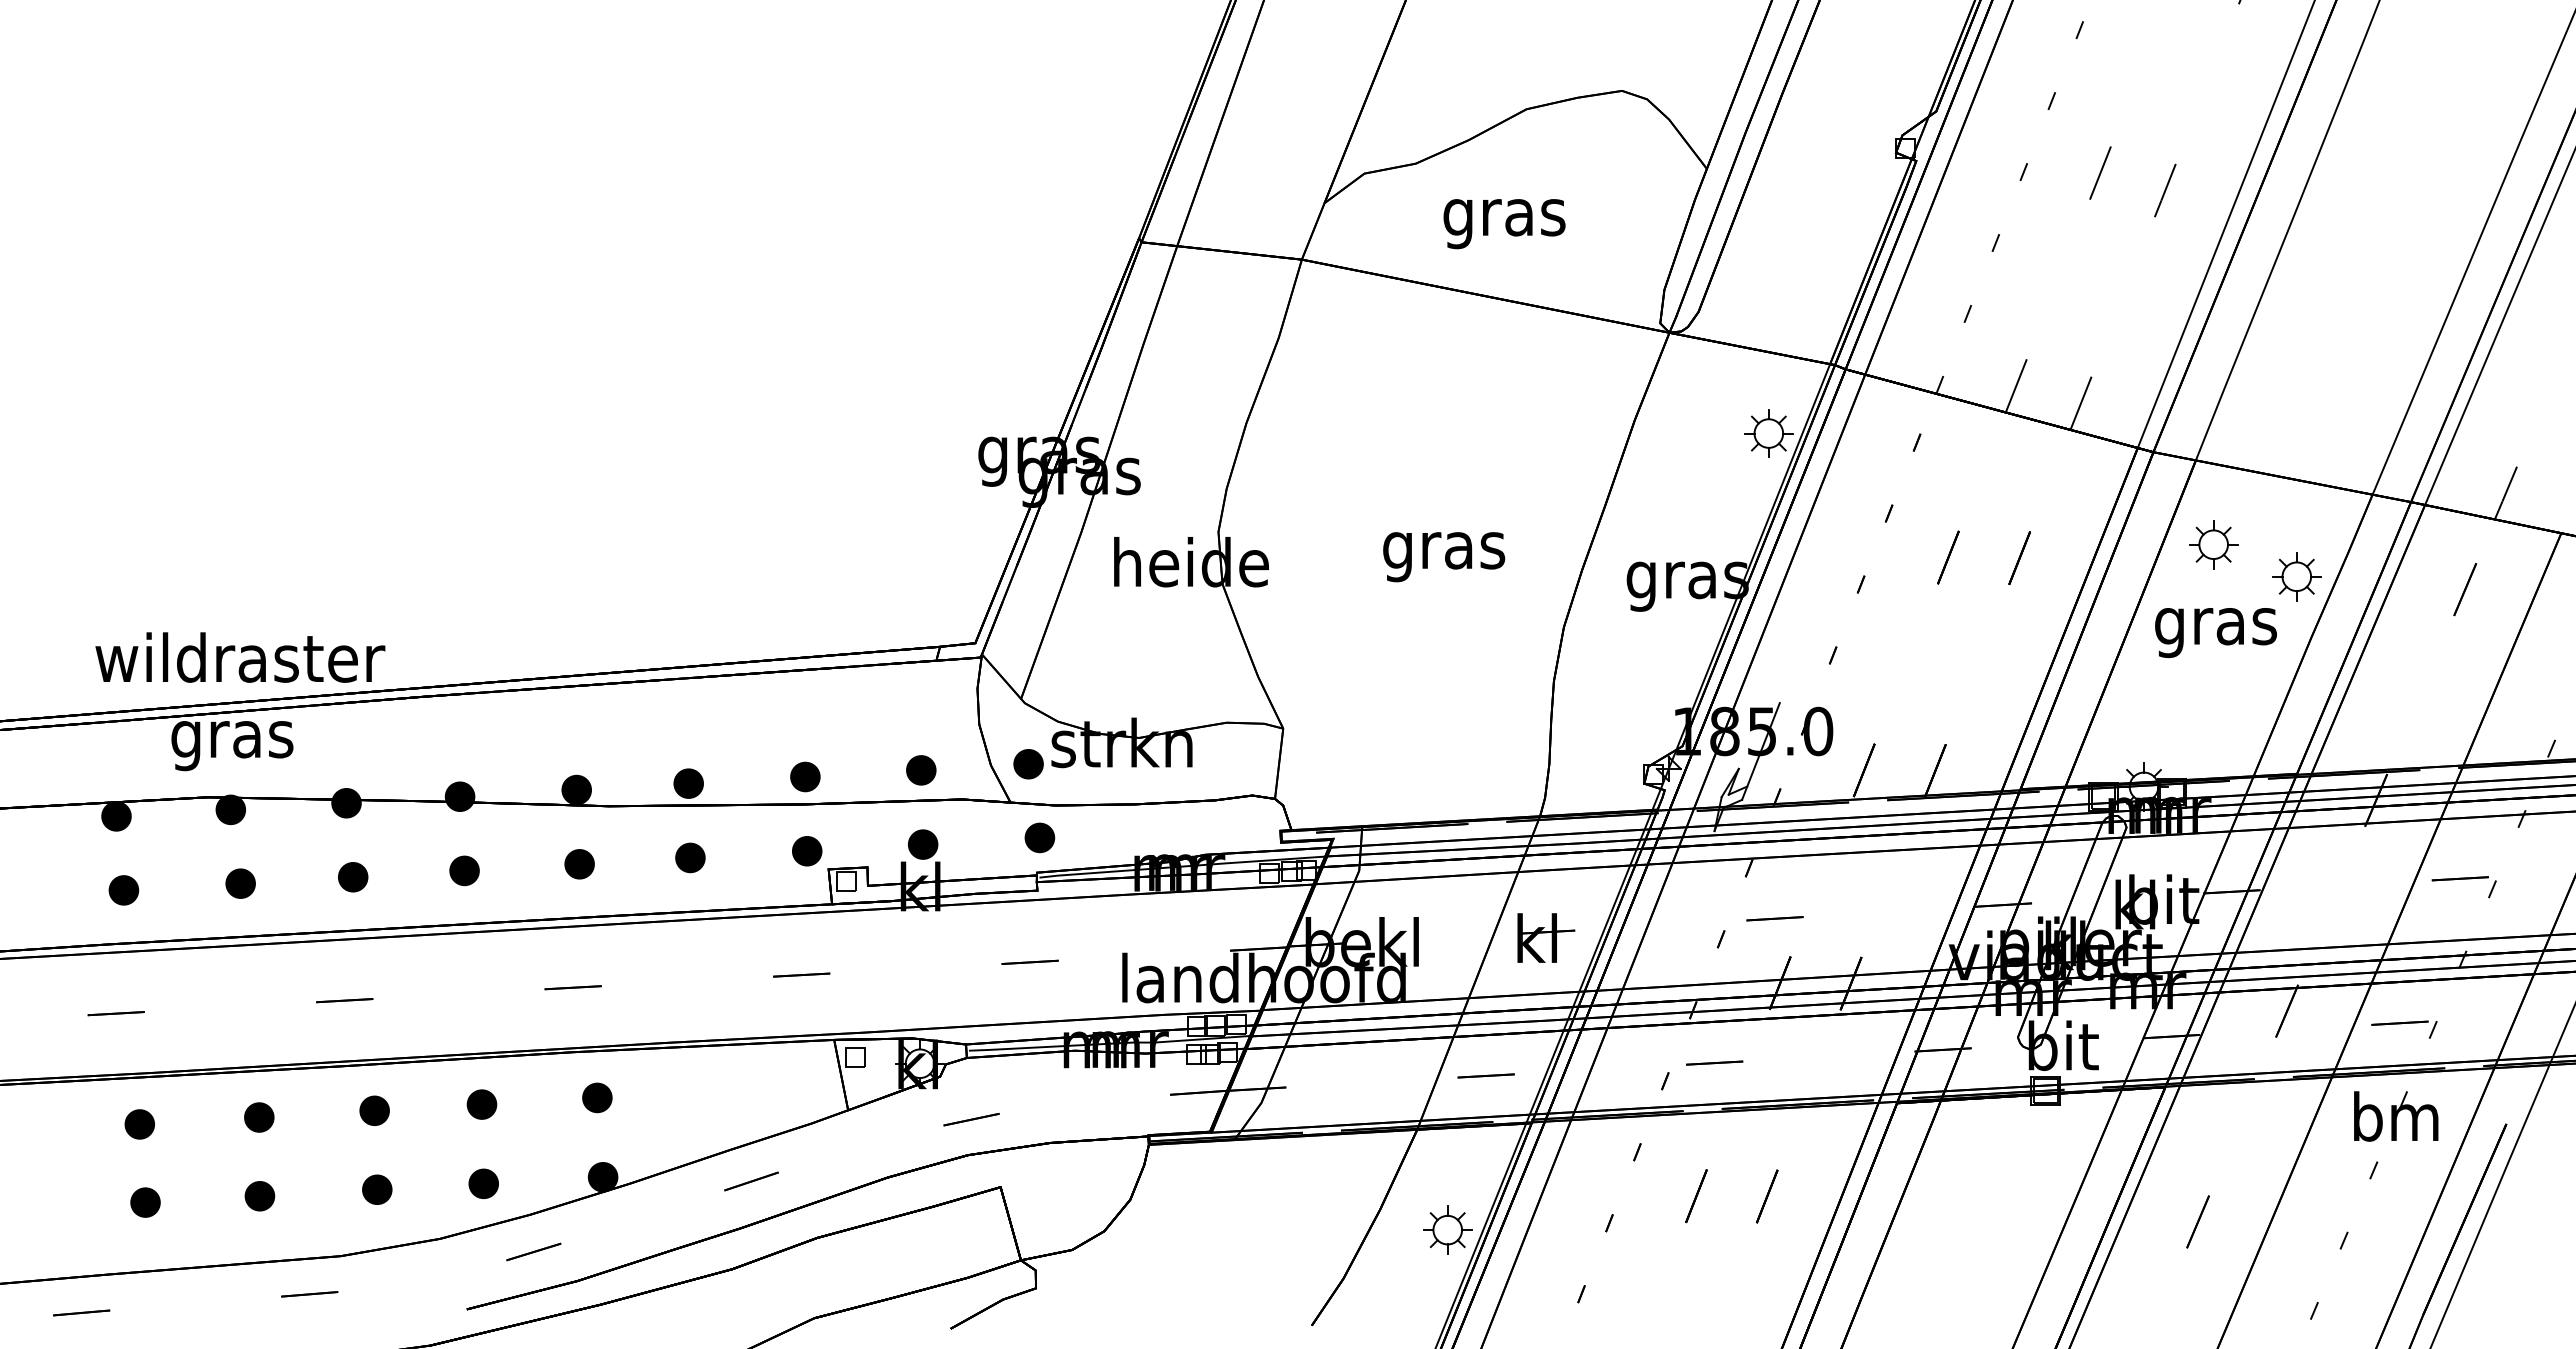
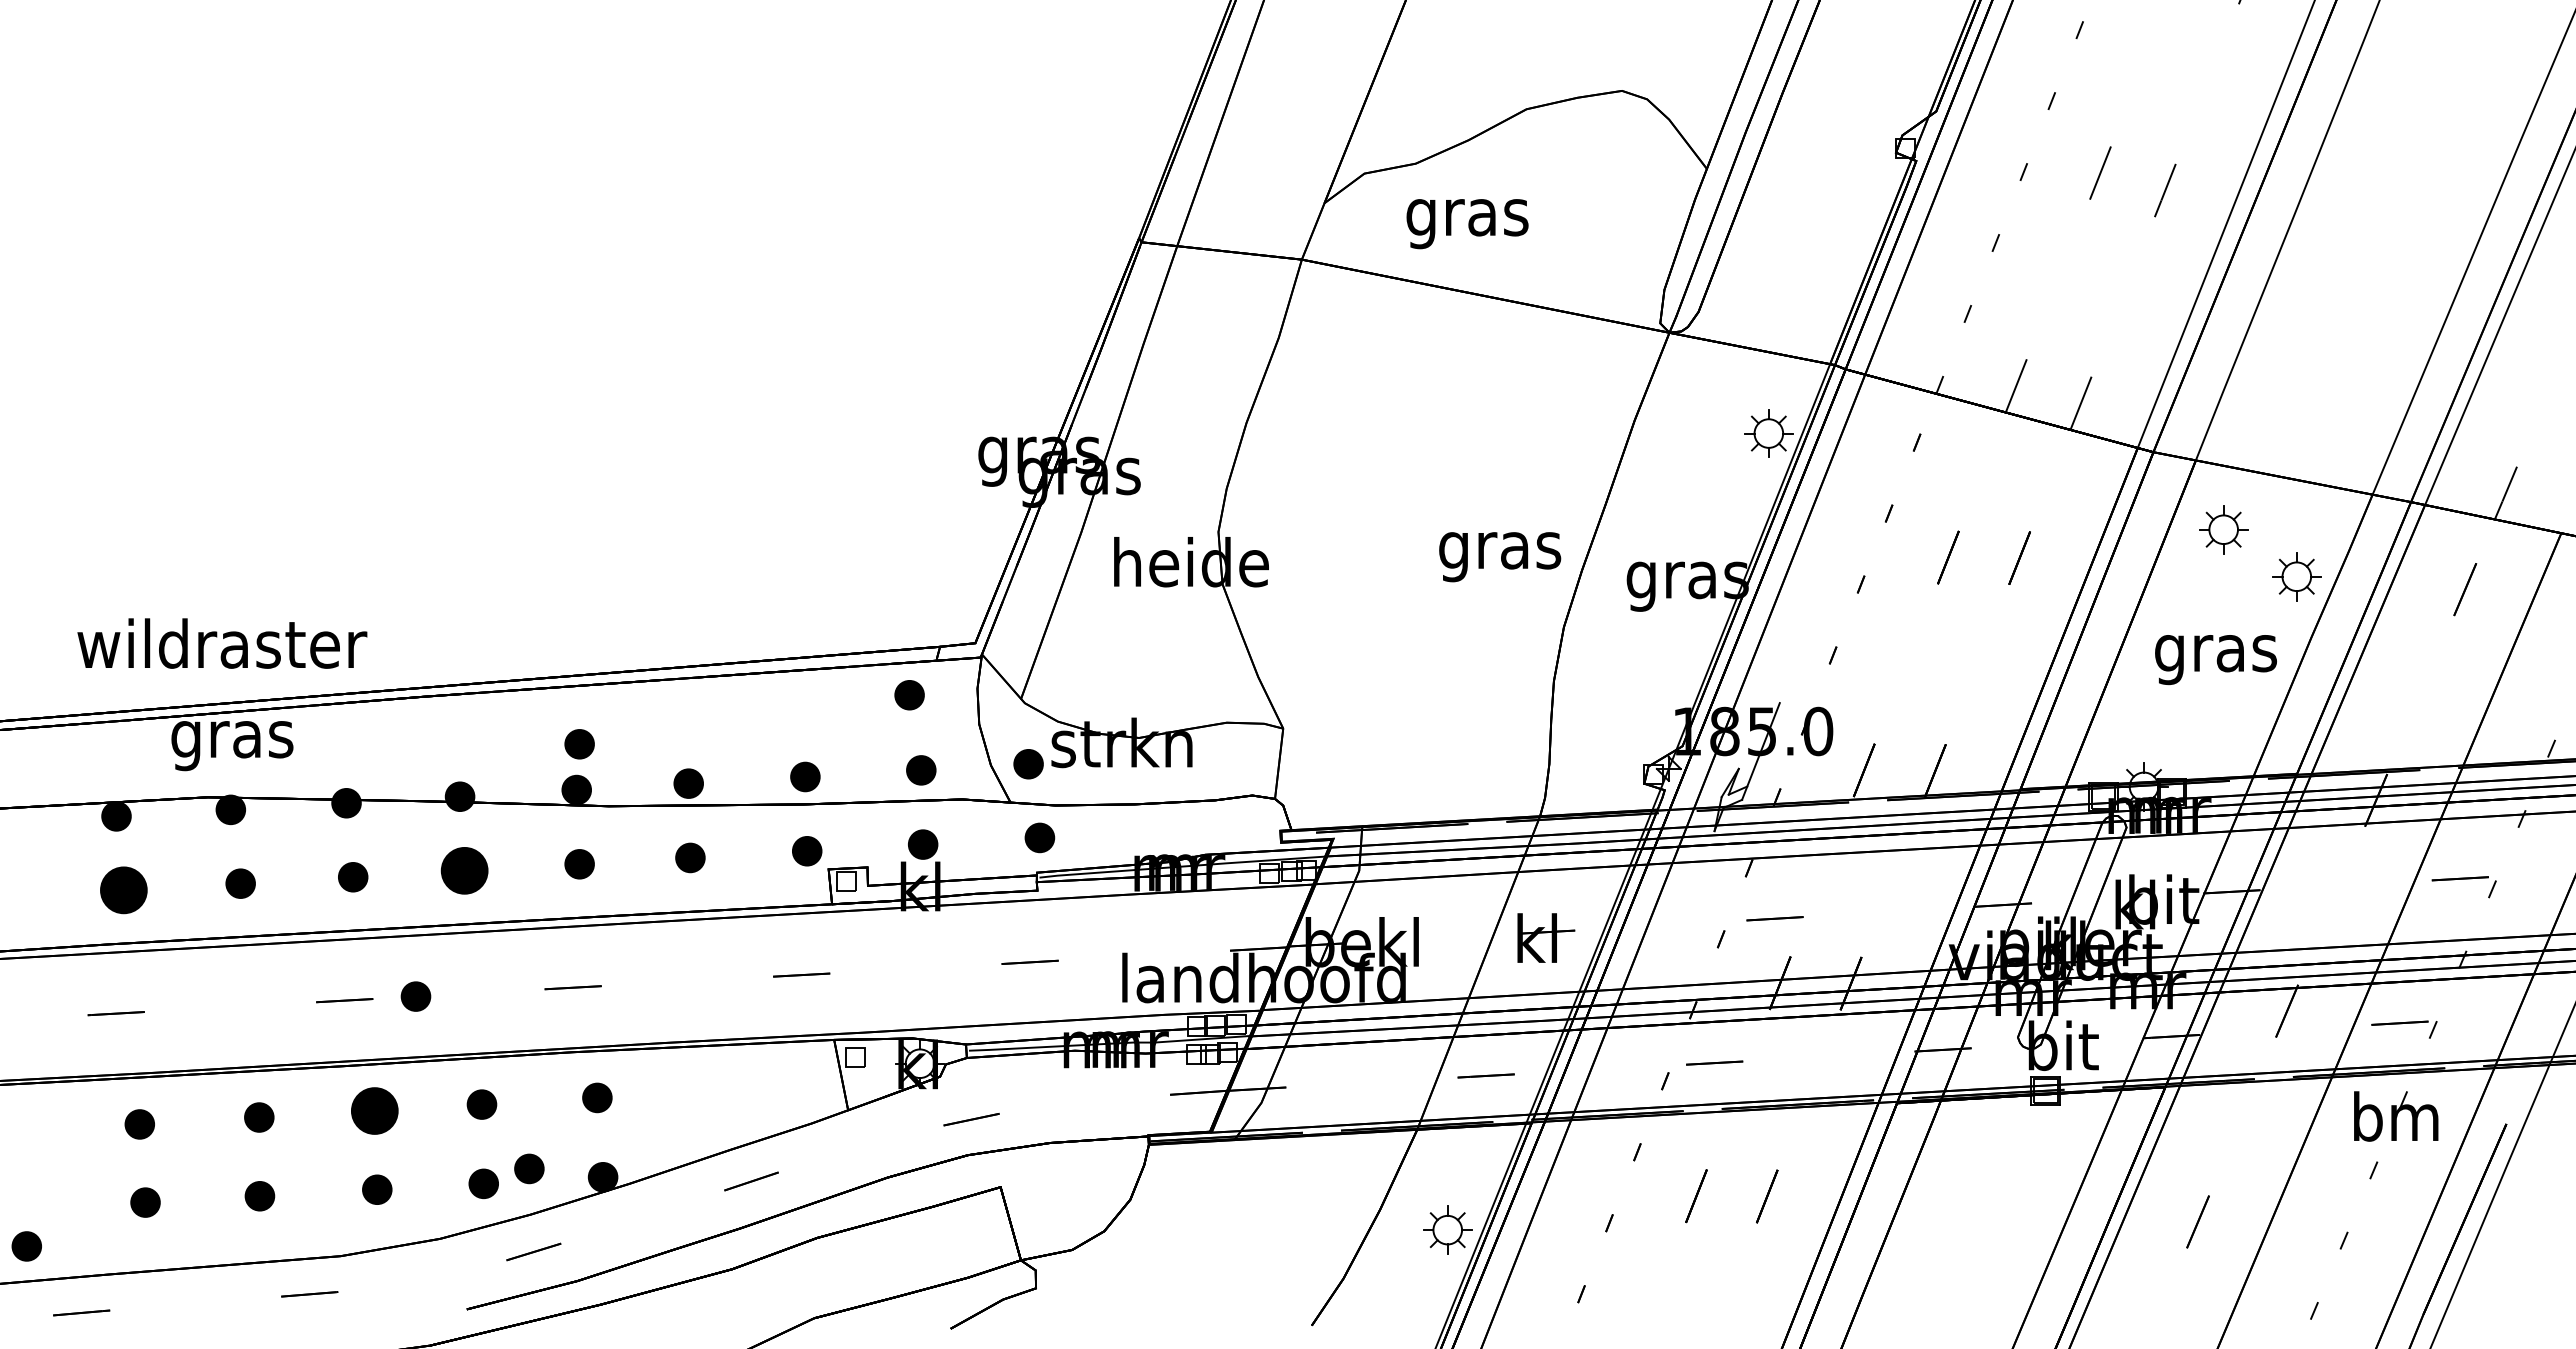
text at (1504, 224) position: (1504, 224) -> (1467, 224)
part at (2213, 544) position: (2213, 544) -> (2223, 529)
text at (1444, 557) position: (1444, 557) -> (1500, 557)
text at (2215, 633) position: (2215, 633) -> (2215, 660)
text at (240, 657) position: (240, 657) -> (222, 643)
part at (909, 695): none -> present
part at (579, 744): none -> present
part at (464, 870) size: 31x32 px -> 49x48 px
part at (123, 890) size: 32x31 px -> 48x49 px
part at (415, 996): none -> present
part at (374, 1110) size: 31x31 px -> 48x48 px
part at (529, 1168): none -> present
part at (26, 1246): none -> present
